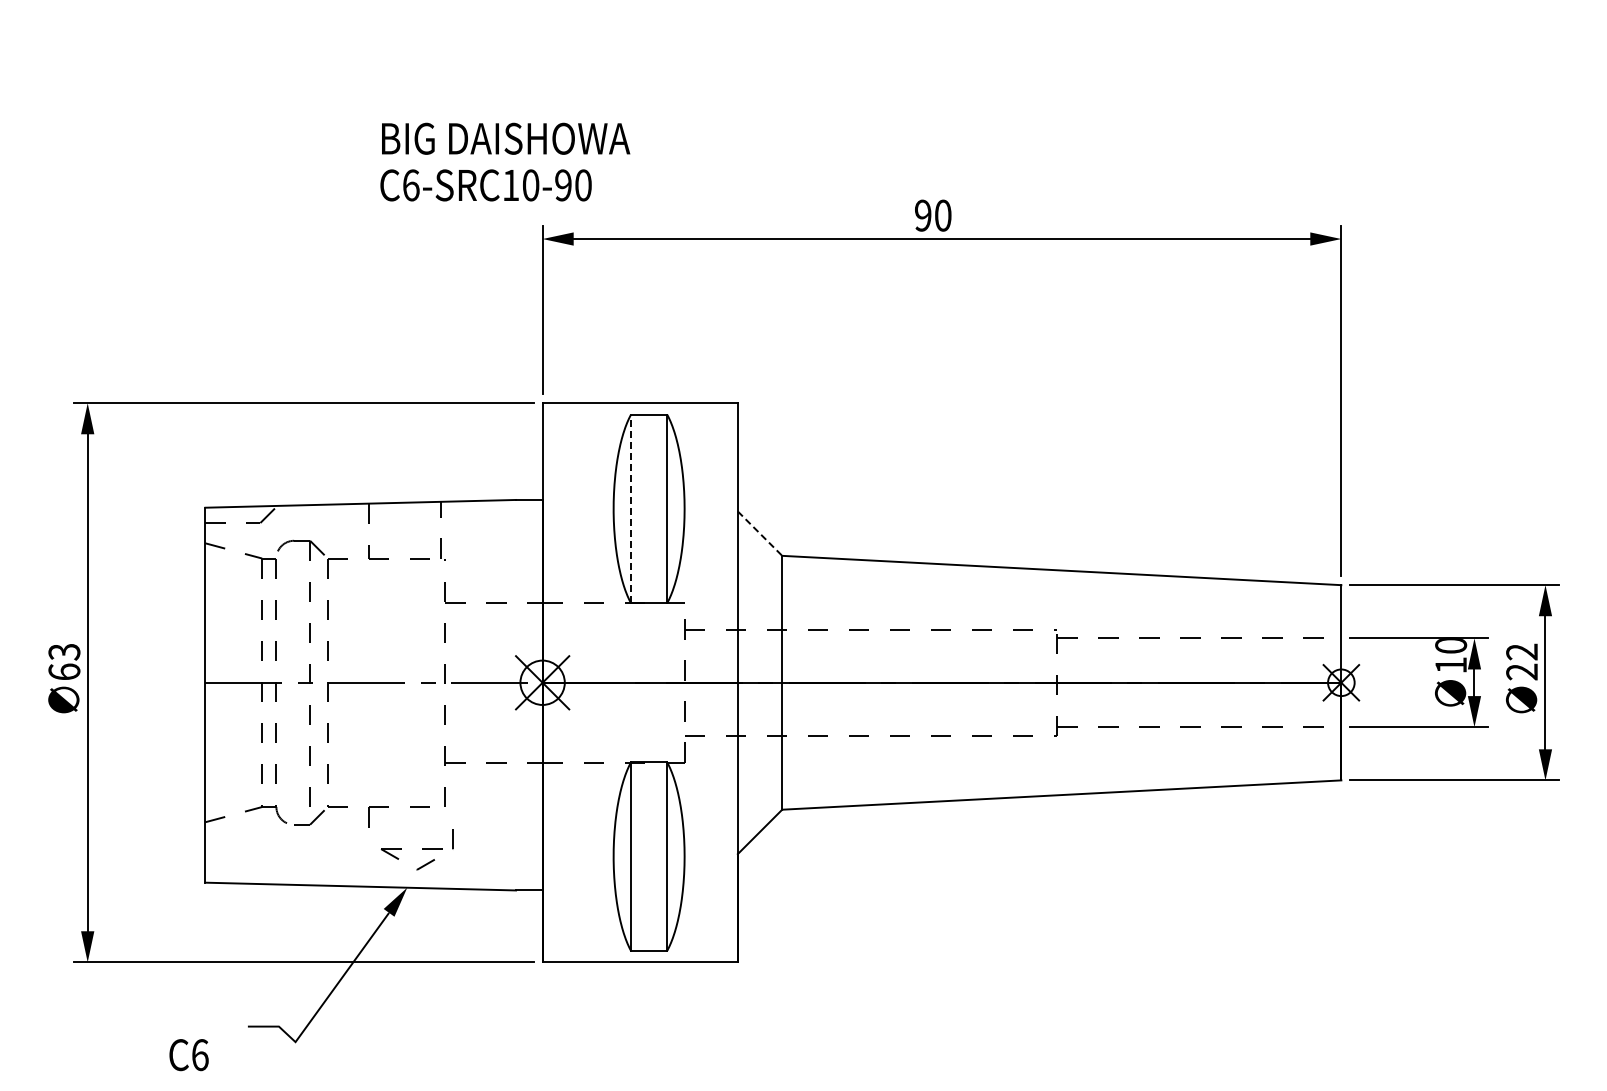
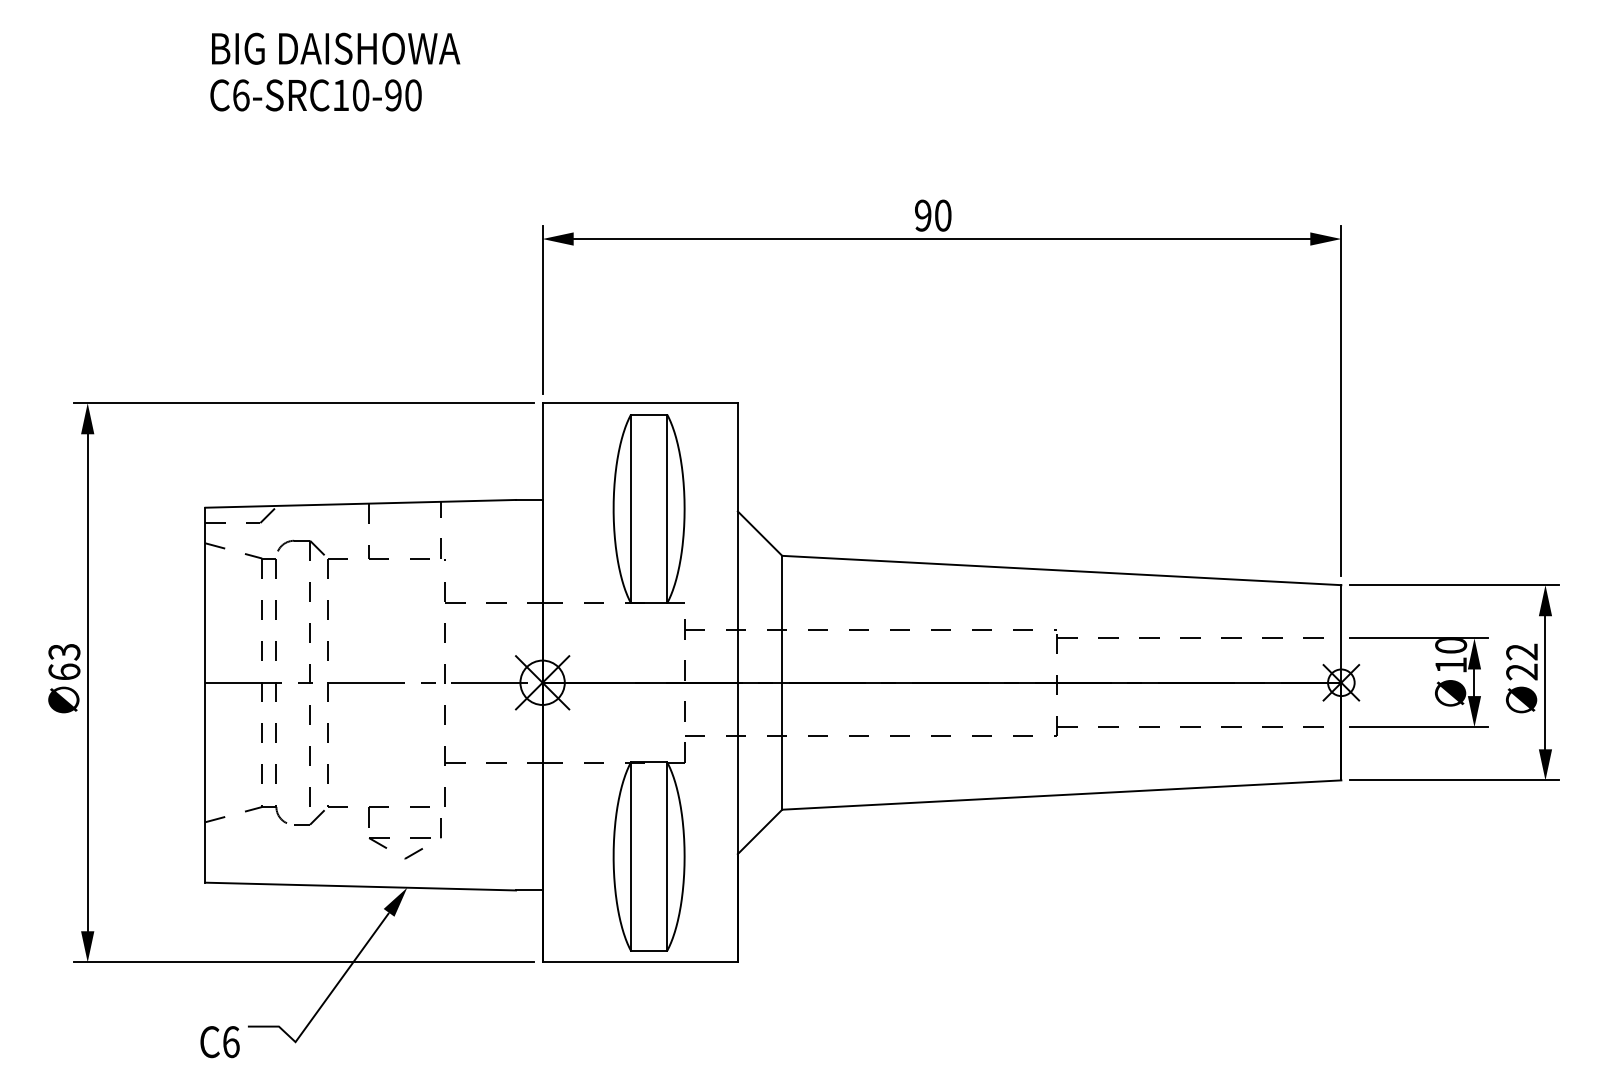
text at (505, 161) position: (505, 161) -> (335, 71)
line at (630, 508): dashed -> solid
line at (760, 534): dashed -> solid
part at (416, 849) position: (416, 849) -> (404, 838)
text at (188, 1055) position: (188, 1055) -> (219, 1042)
